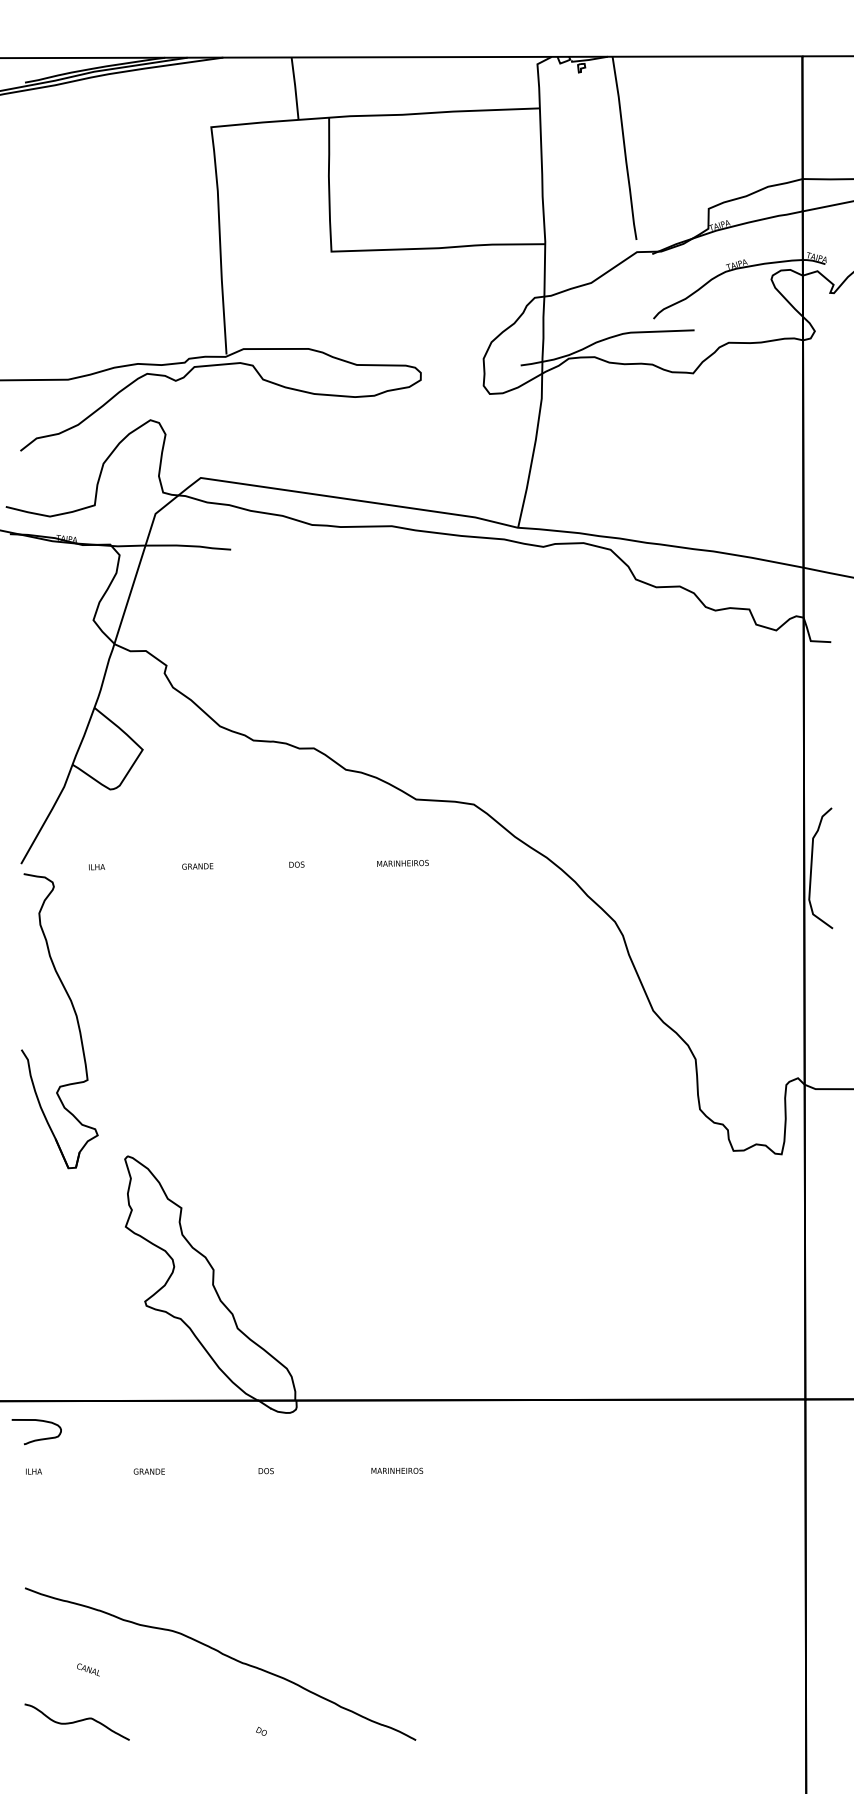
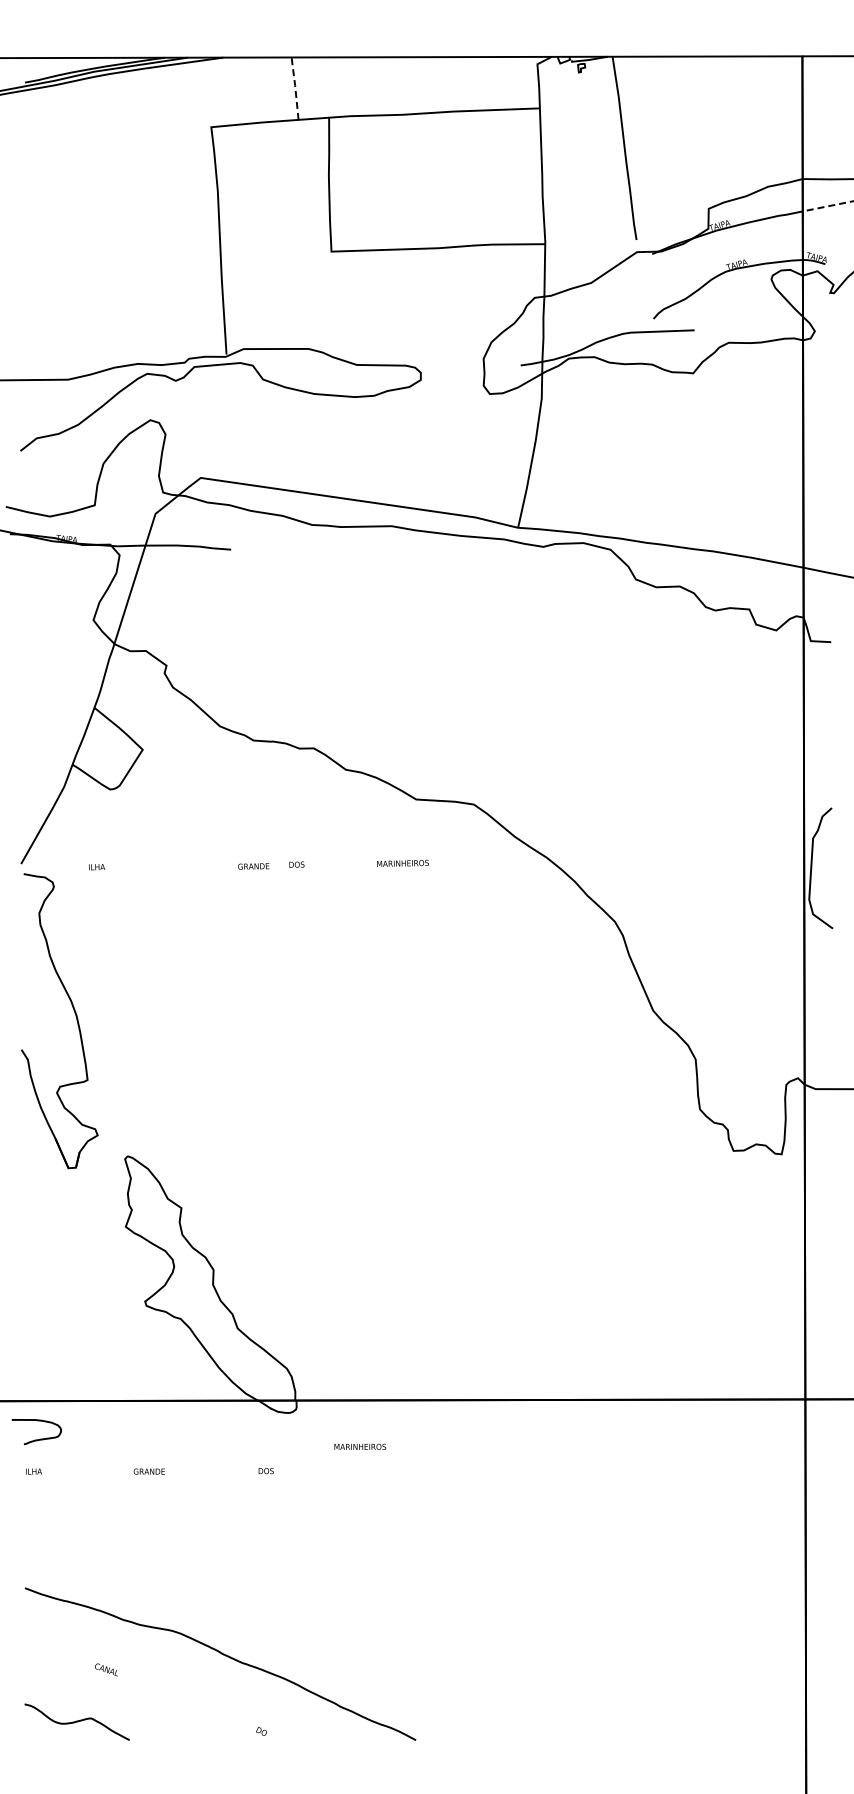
line at (295, 87): solid -> dashed
line at (828, 206): solid -> dashed
text at (197, 866) position: (197, 866) -> (253, 866)
text at (397, 1470) position: (397, 1470) -> (360, 1446)
text at (88, 1669) position: (88, 1669) -> (106, 1669)
